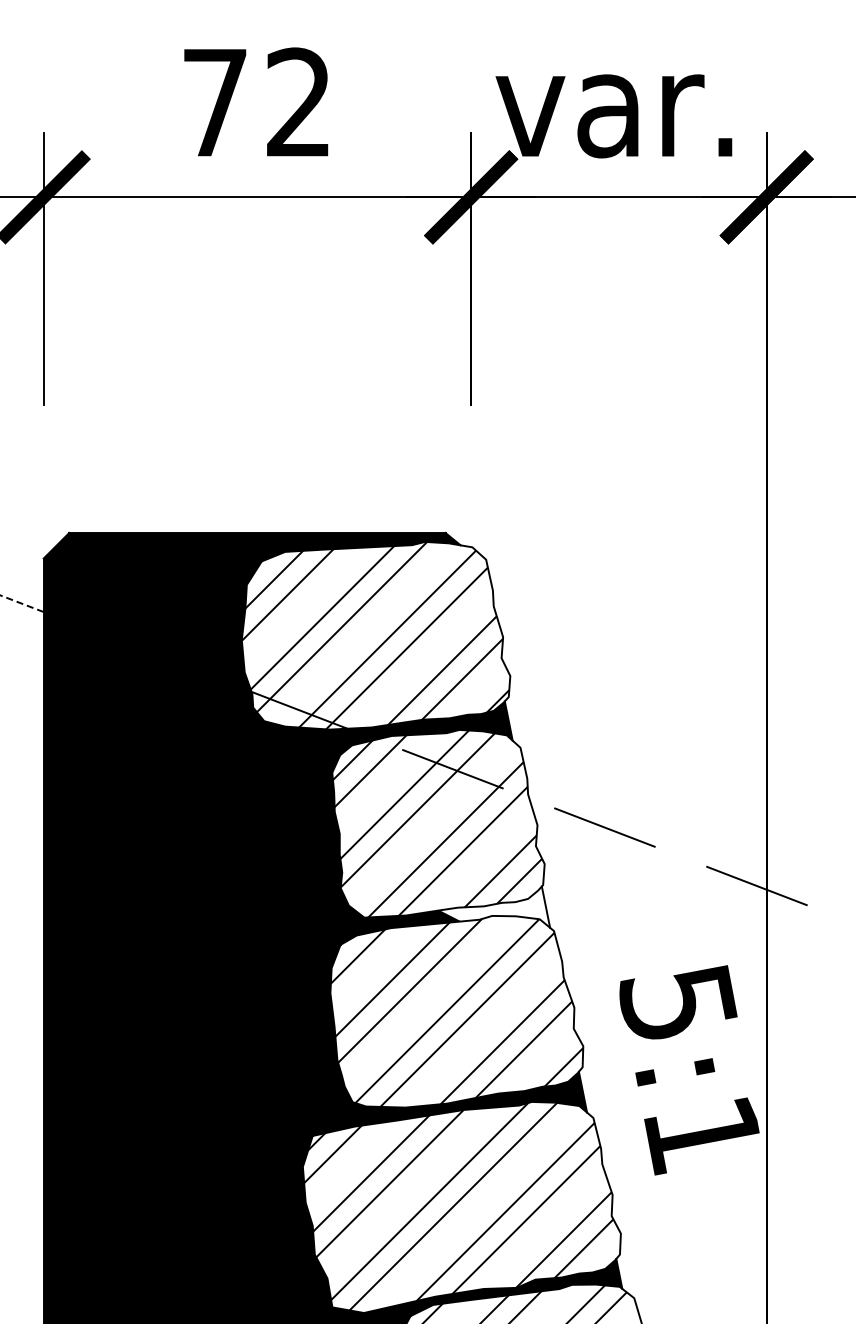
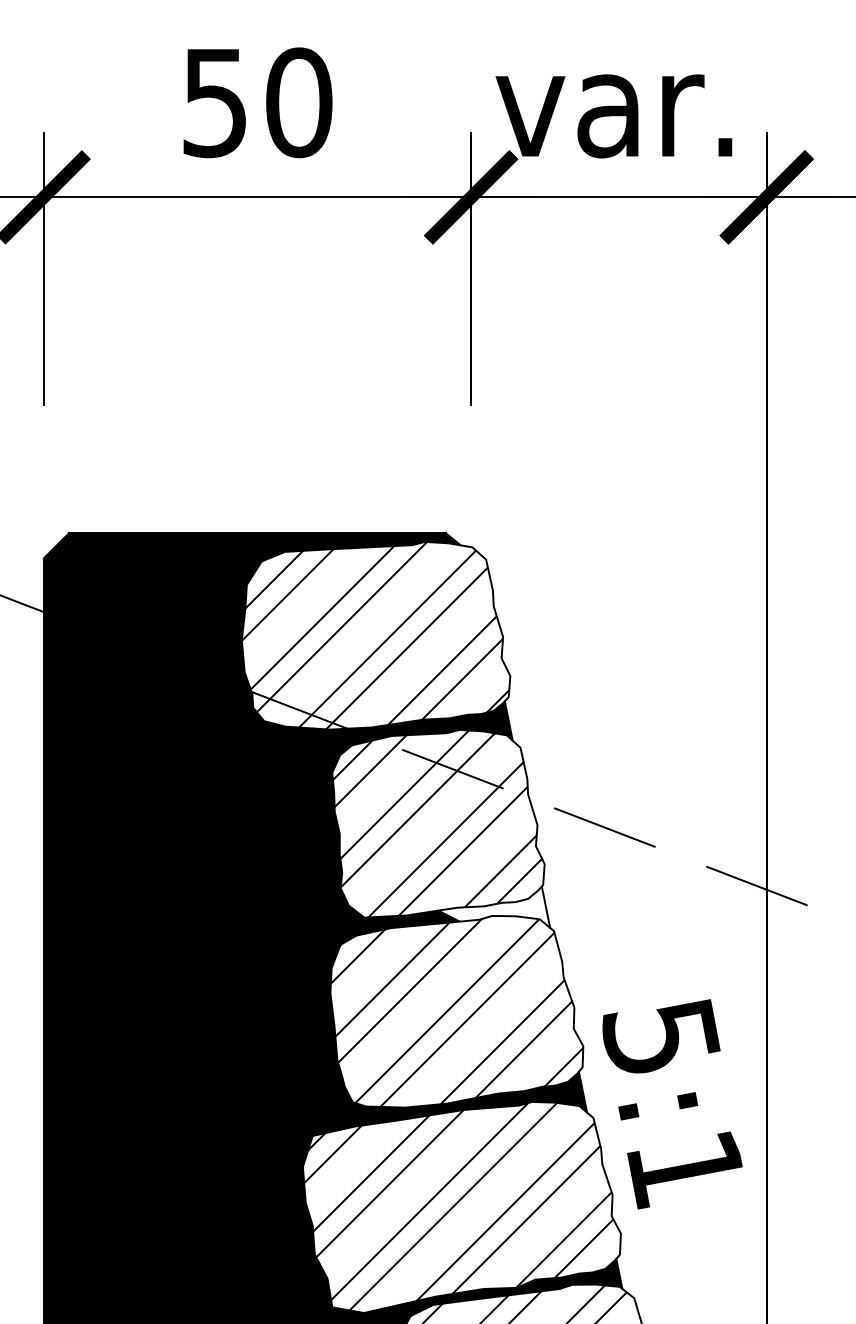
text at (257, 102): 72 -> 50
line at (22, 603): dashed -> solid
text at (689, 1070) position: (689, 1070) -> (672, 1104)
